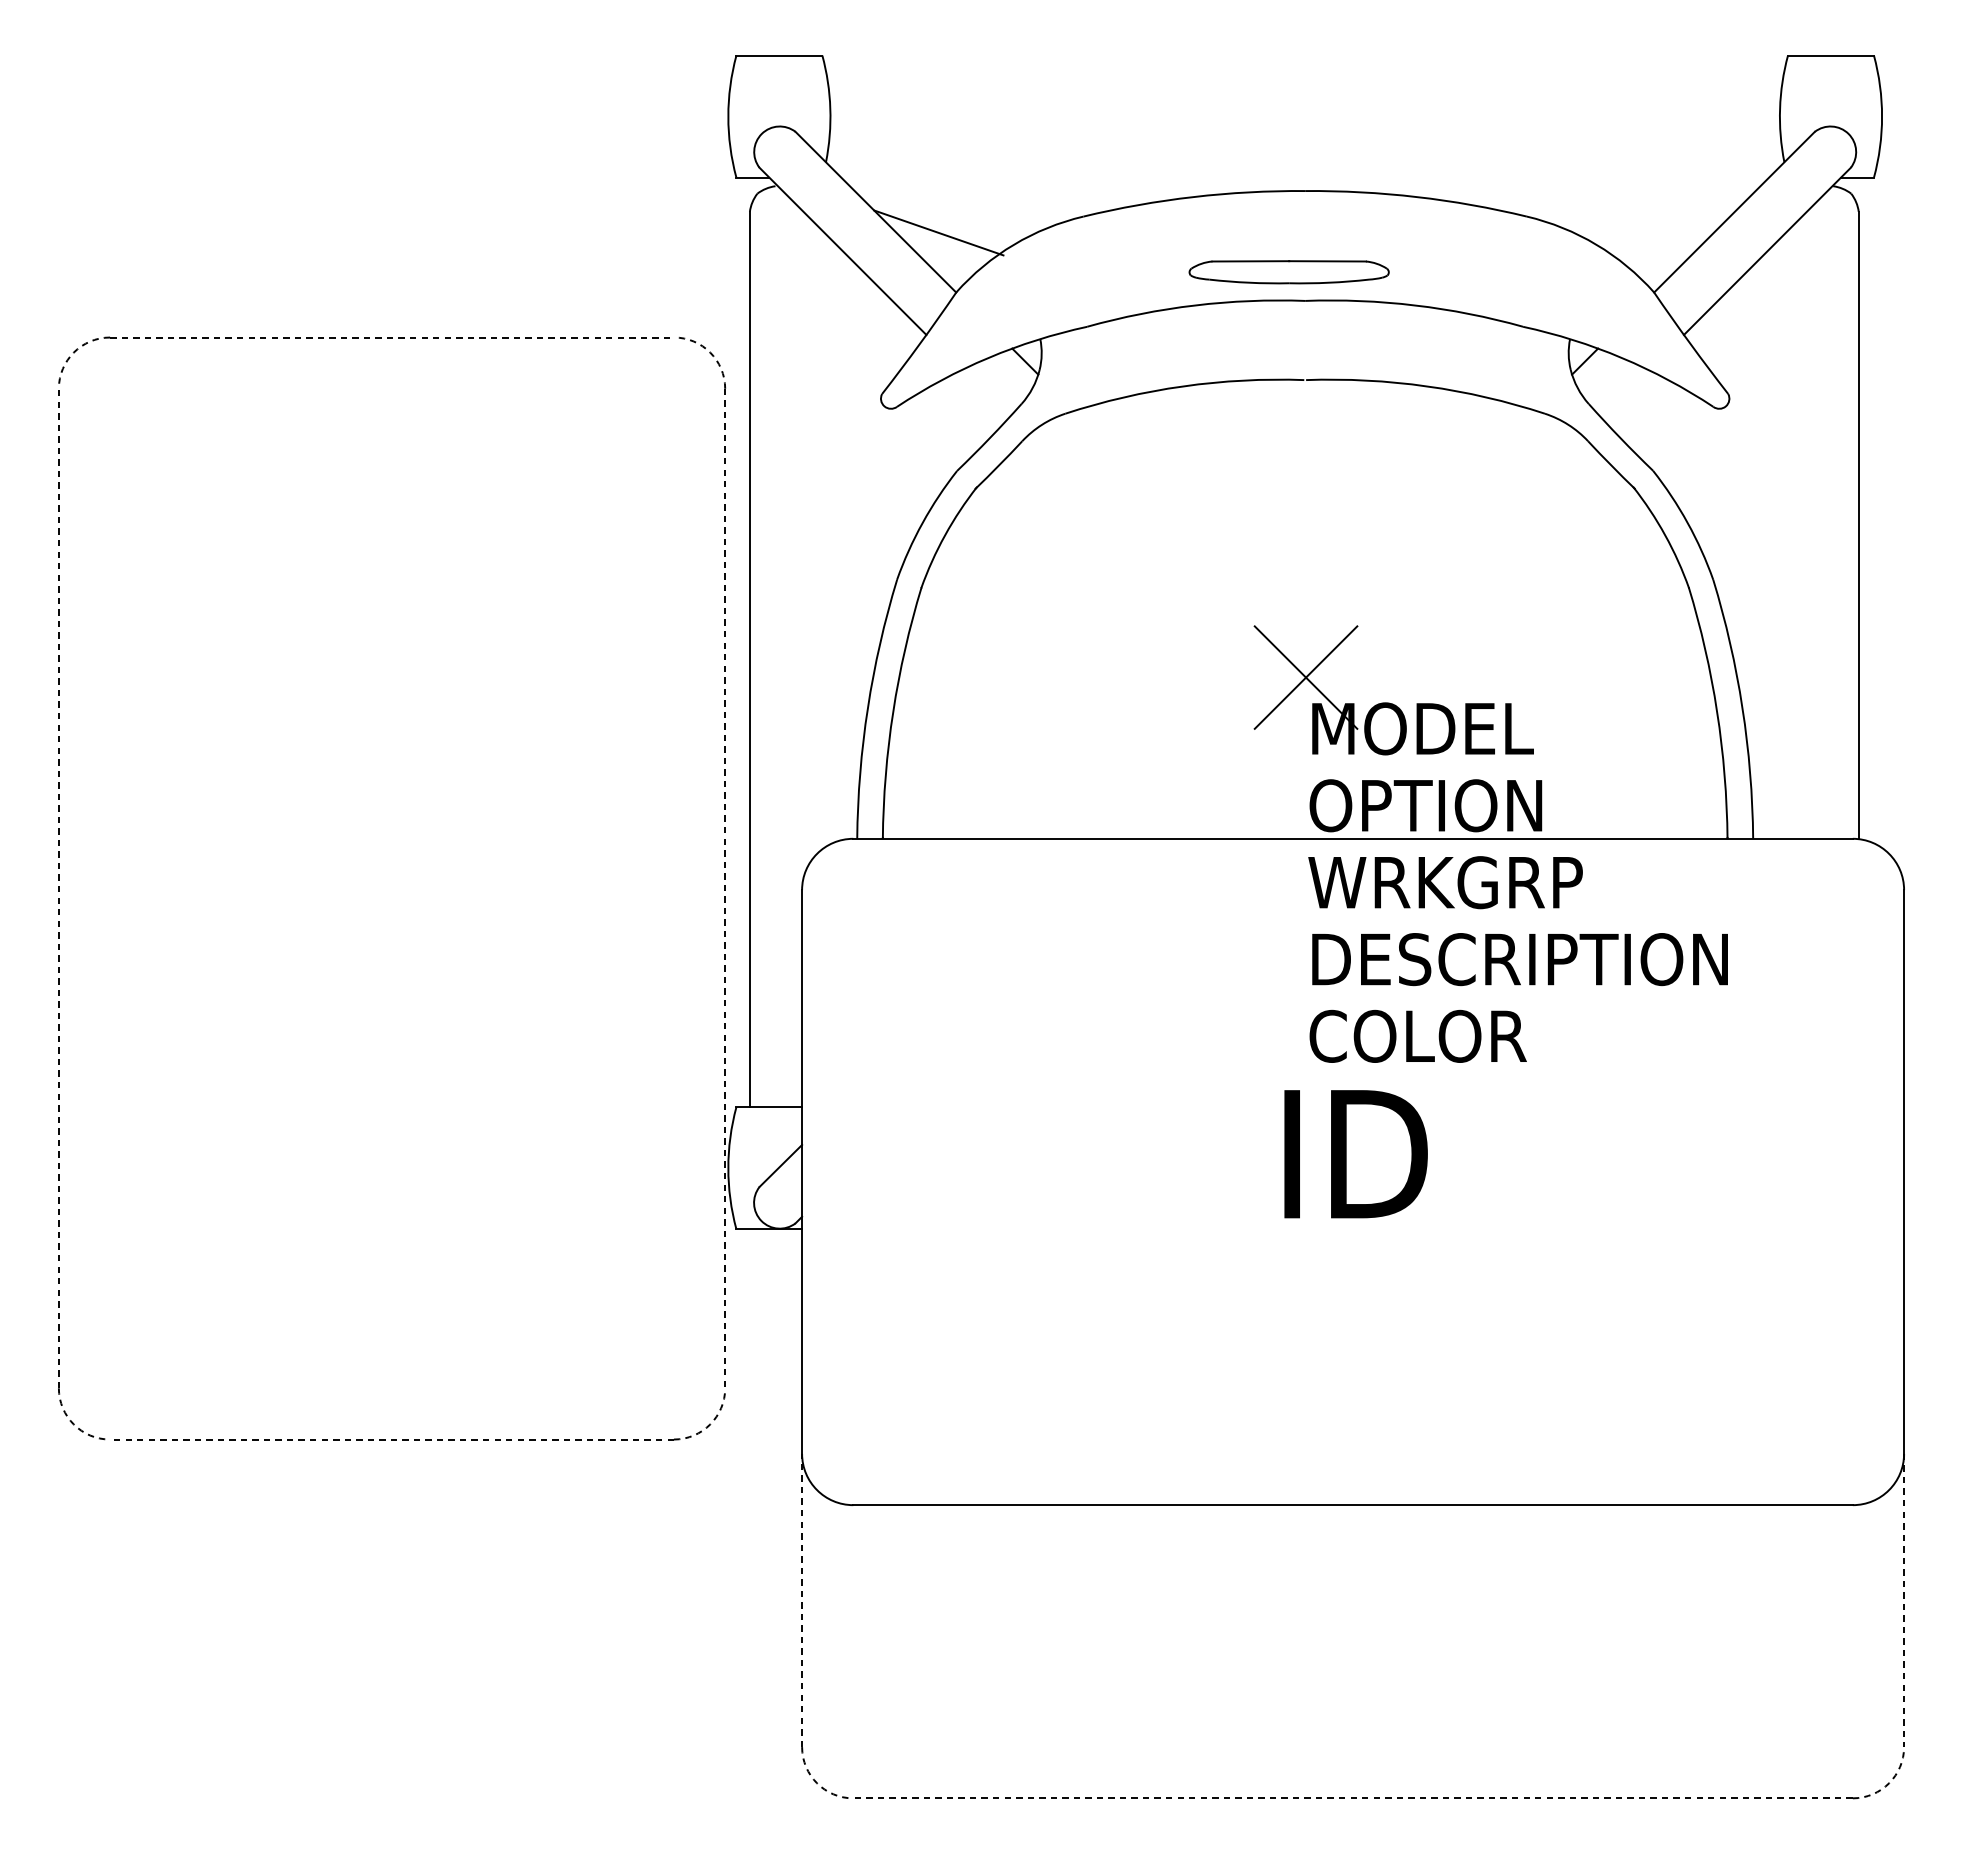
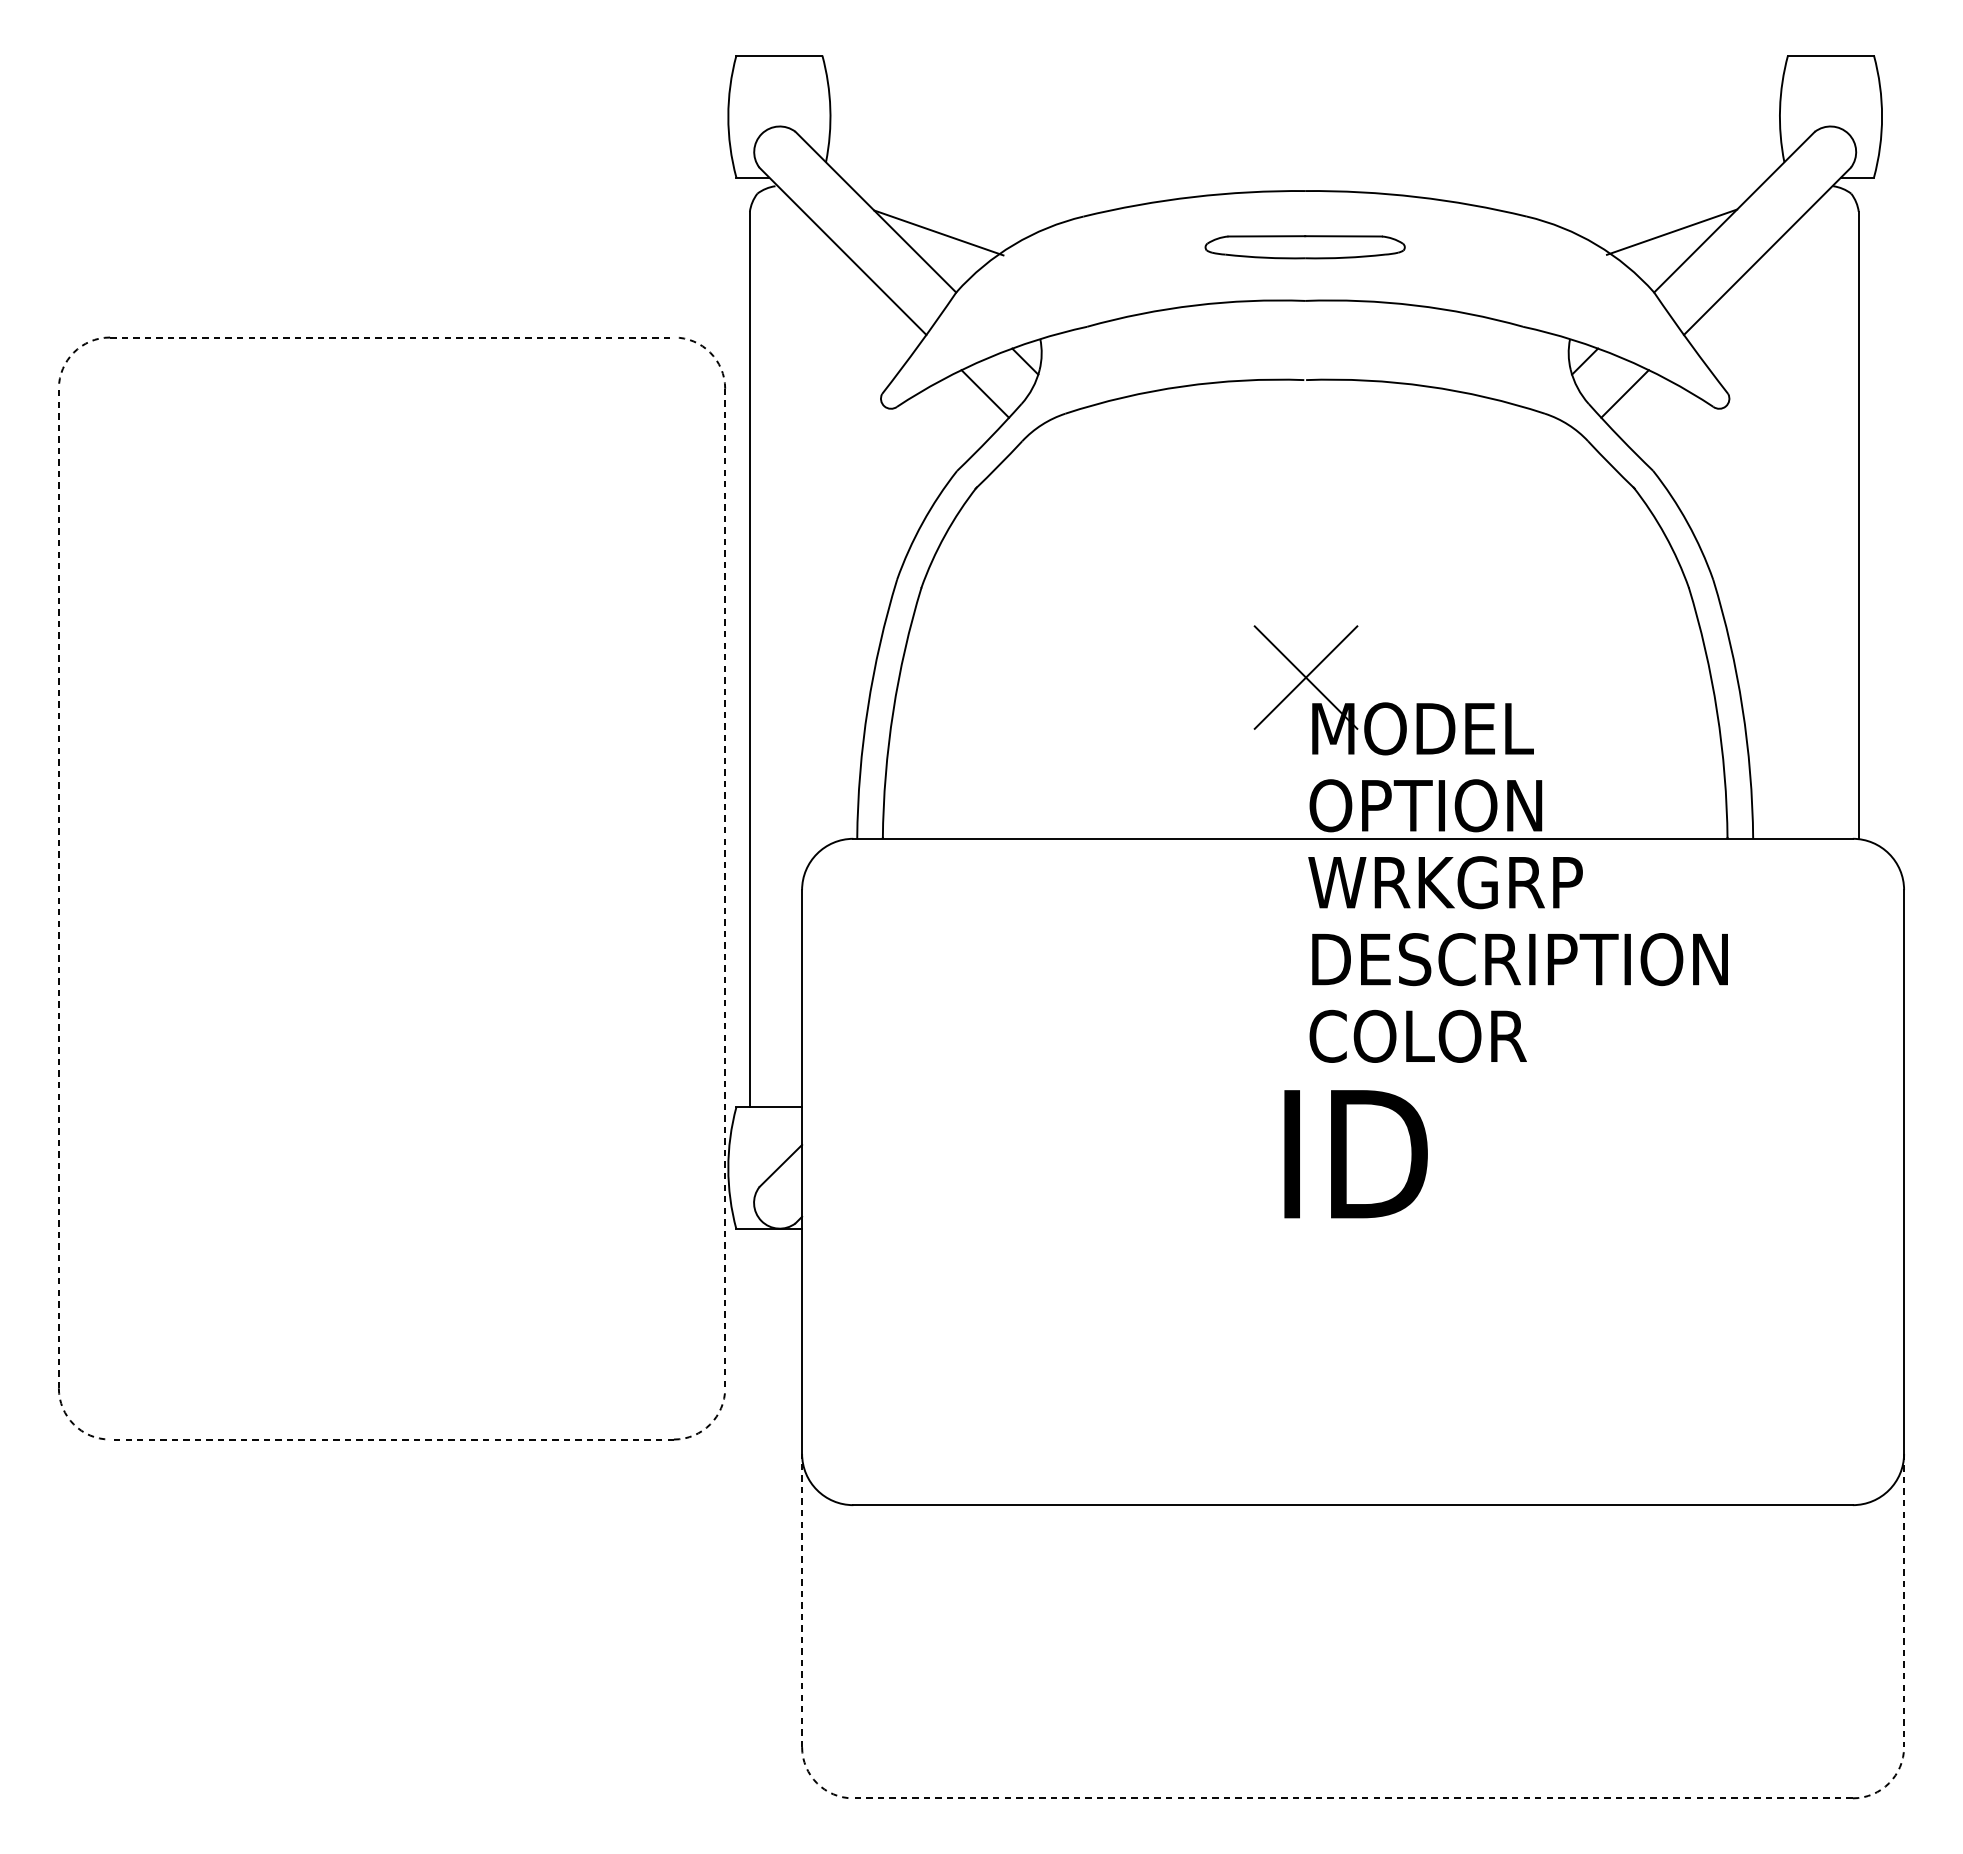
line at (1671, 231): none -> present
part at (1288, 272) position: (1288, 272) -> (1304, 247)
line at (985, 393): none -> present
line at (1624, 393): none -> present
